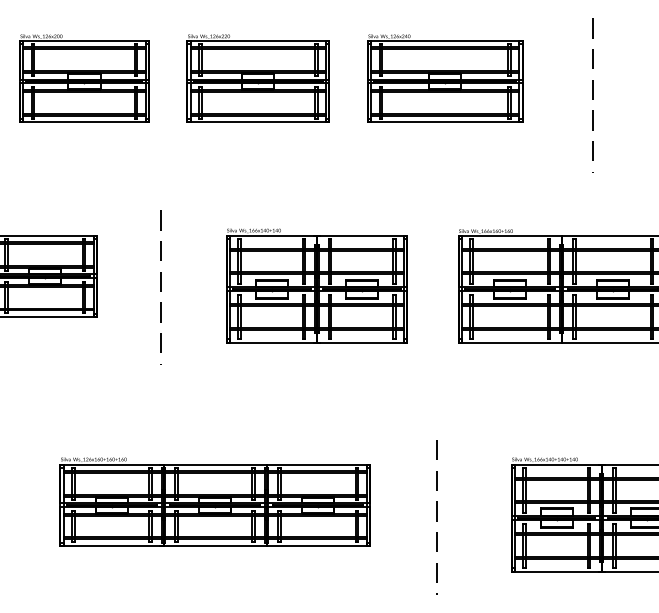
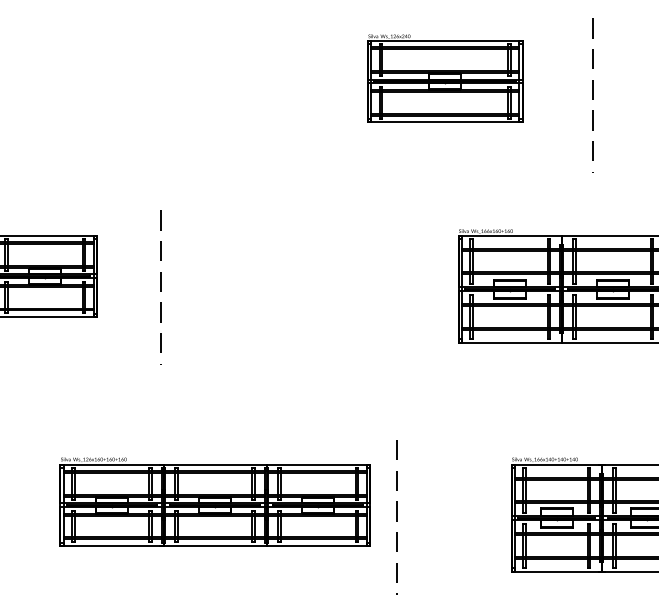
part at (84, 78): present -> none
part at (257, 78): present -> none
part at (316, 285): present -> none
line at (436, 517) position: (436, 517) -> (396, 517)
